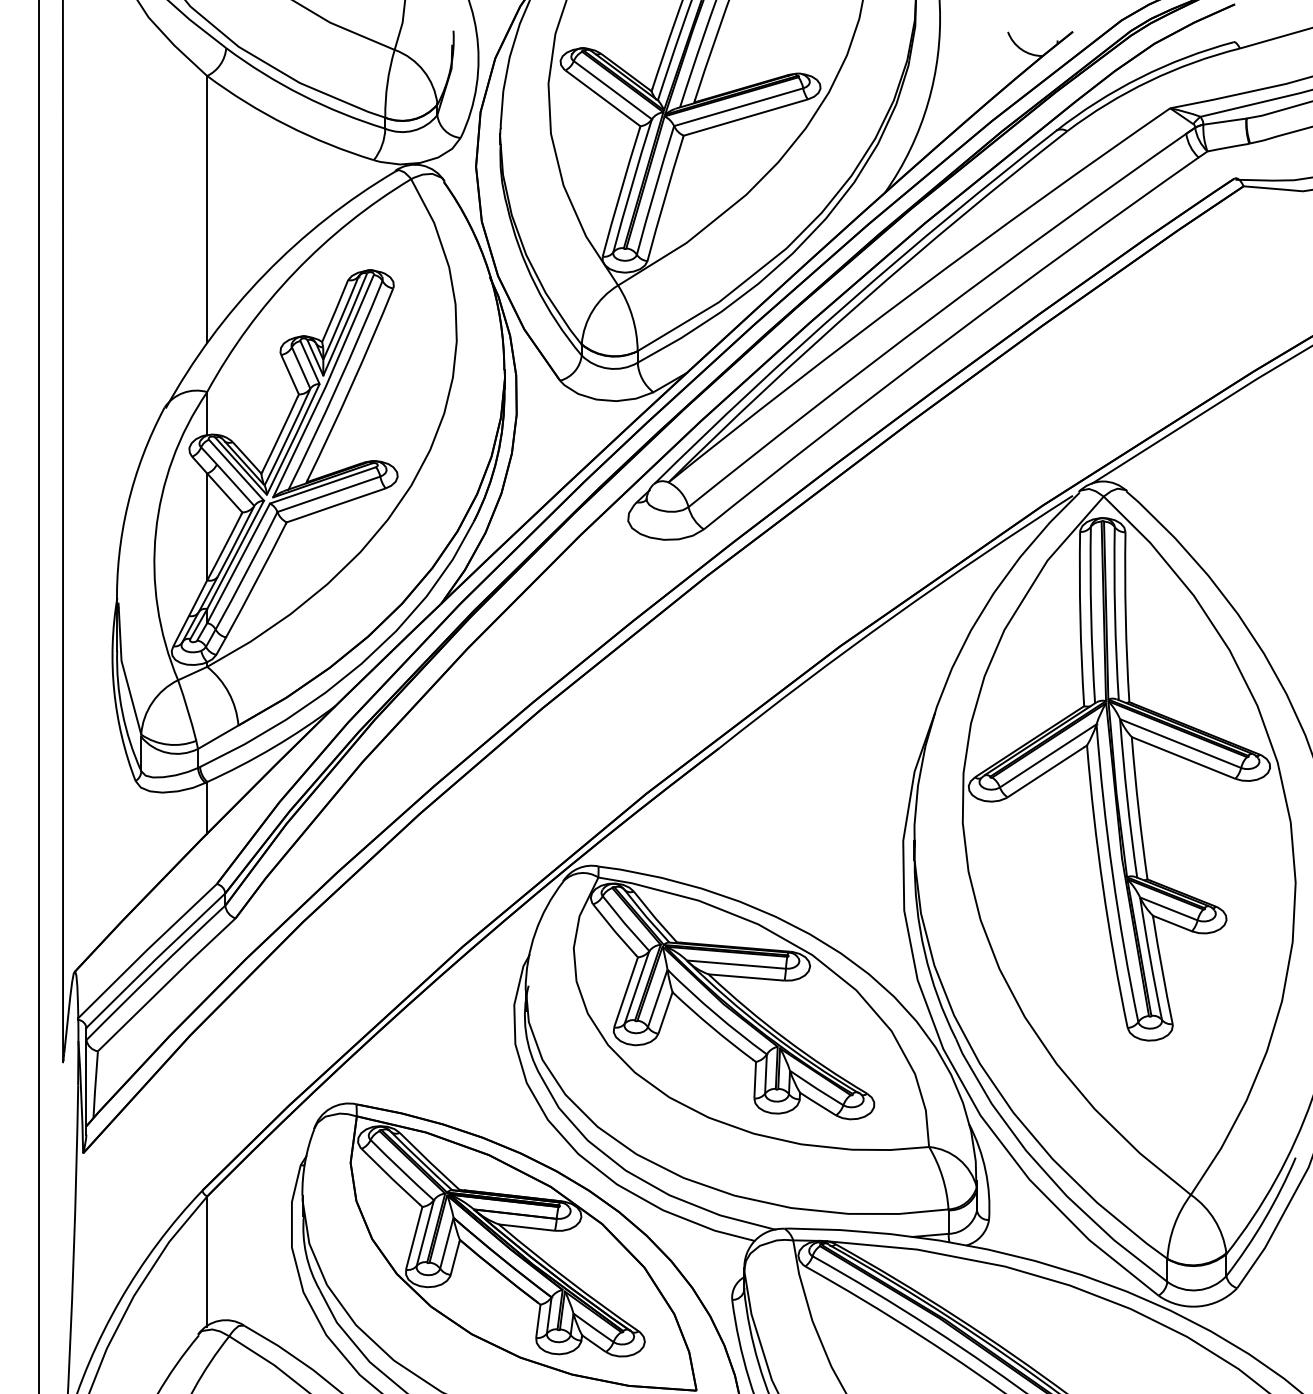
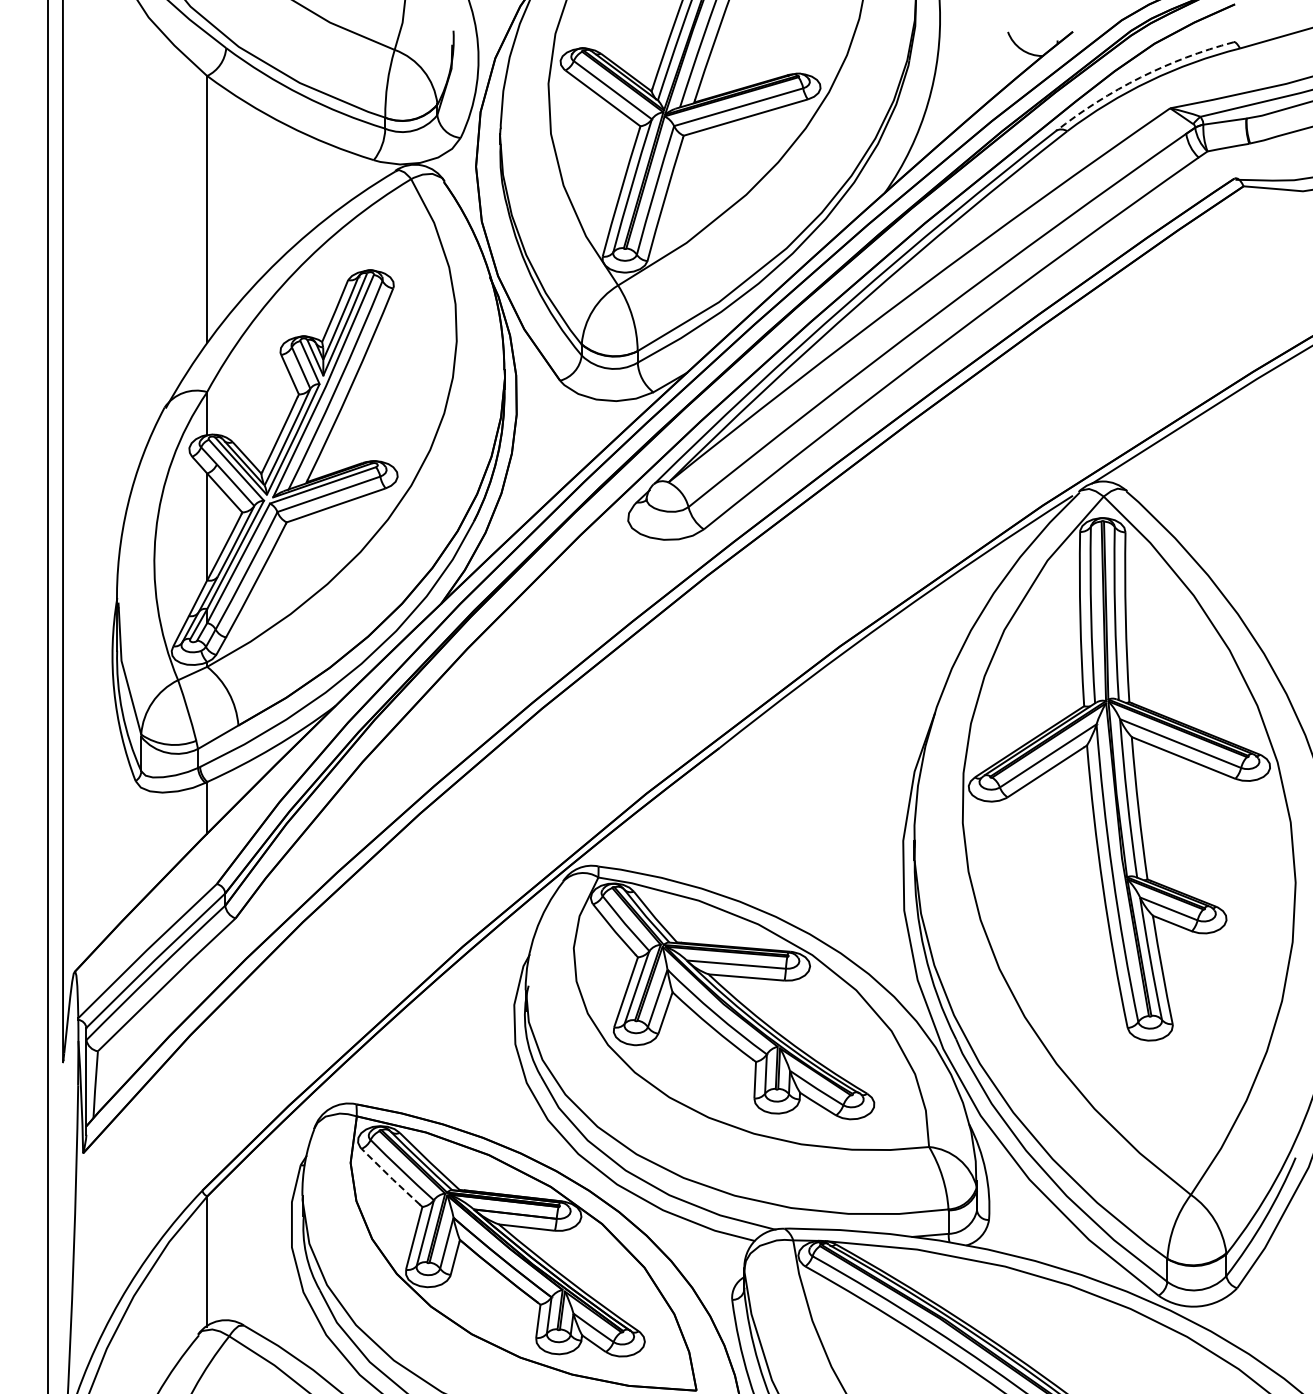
arc at (1140, 77): solid -> dashed
line at (39, 696) position: (39, 696) -> (48, 696)
line at (390, 1177): solid -> dashed
